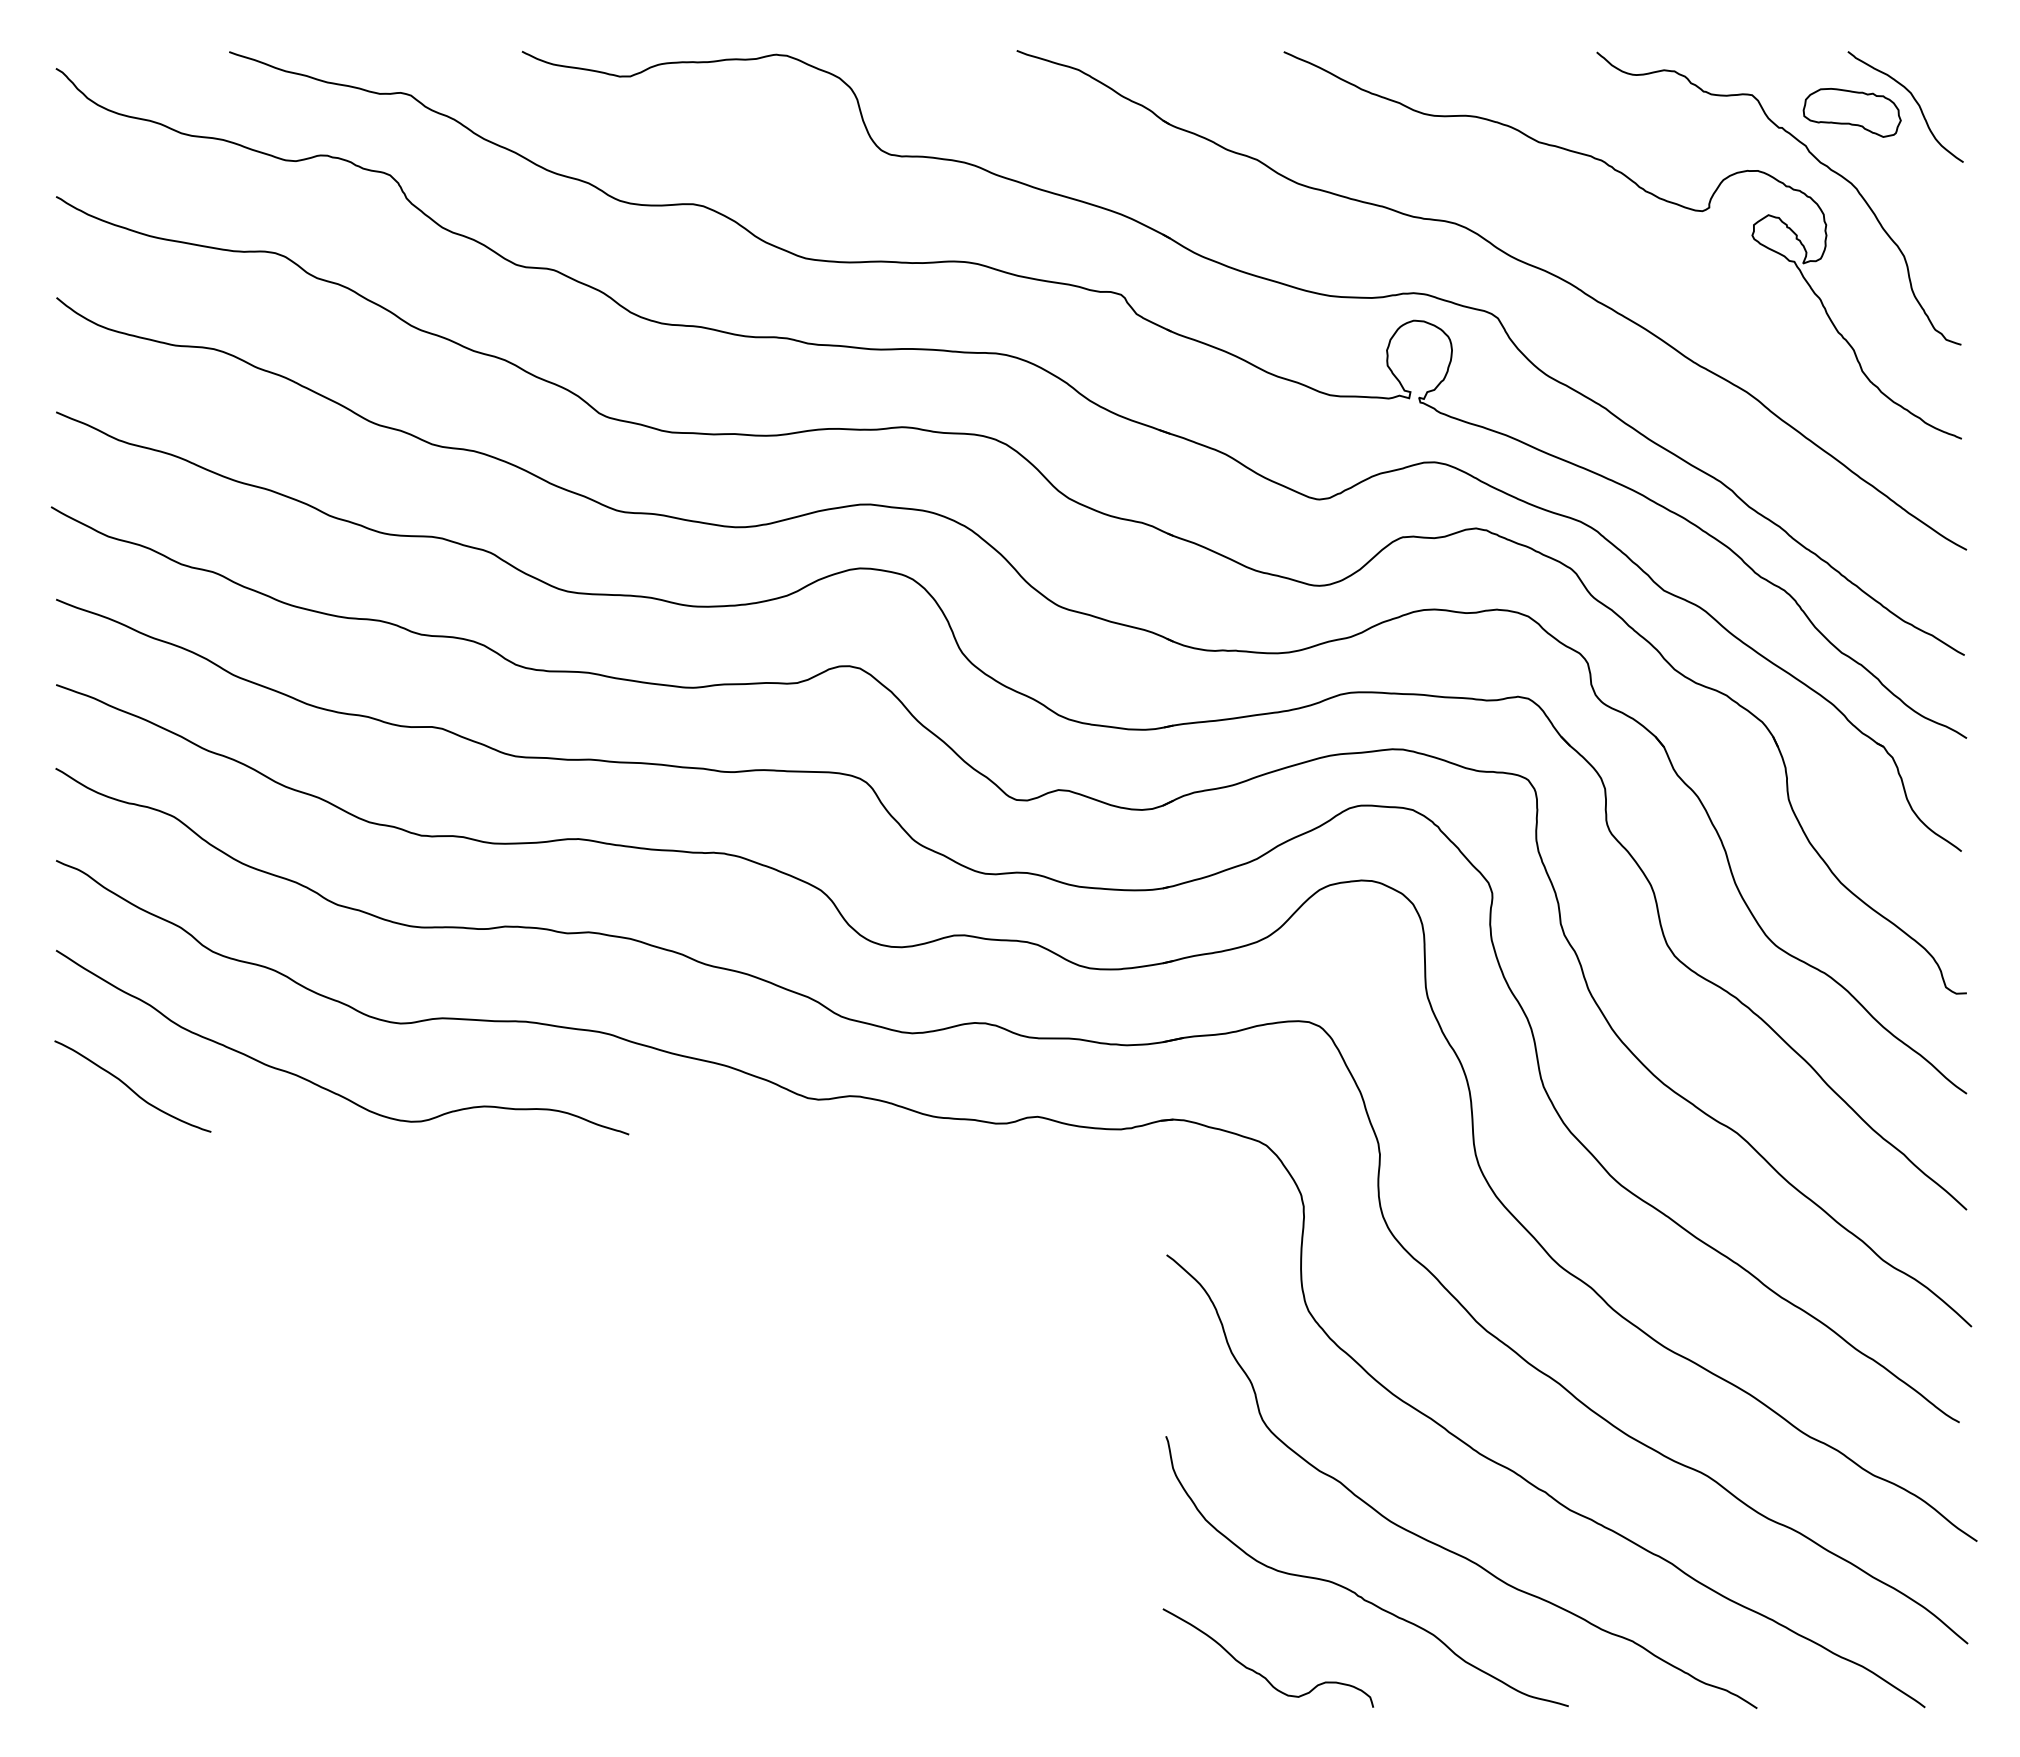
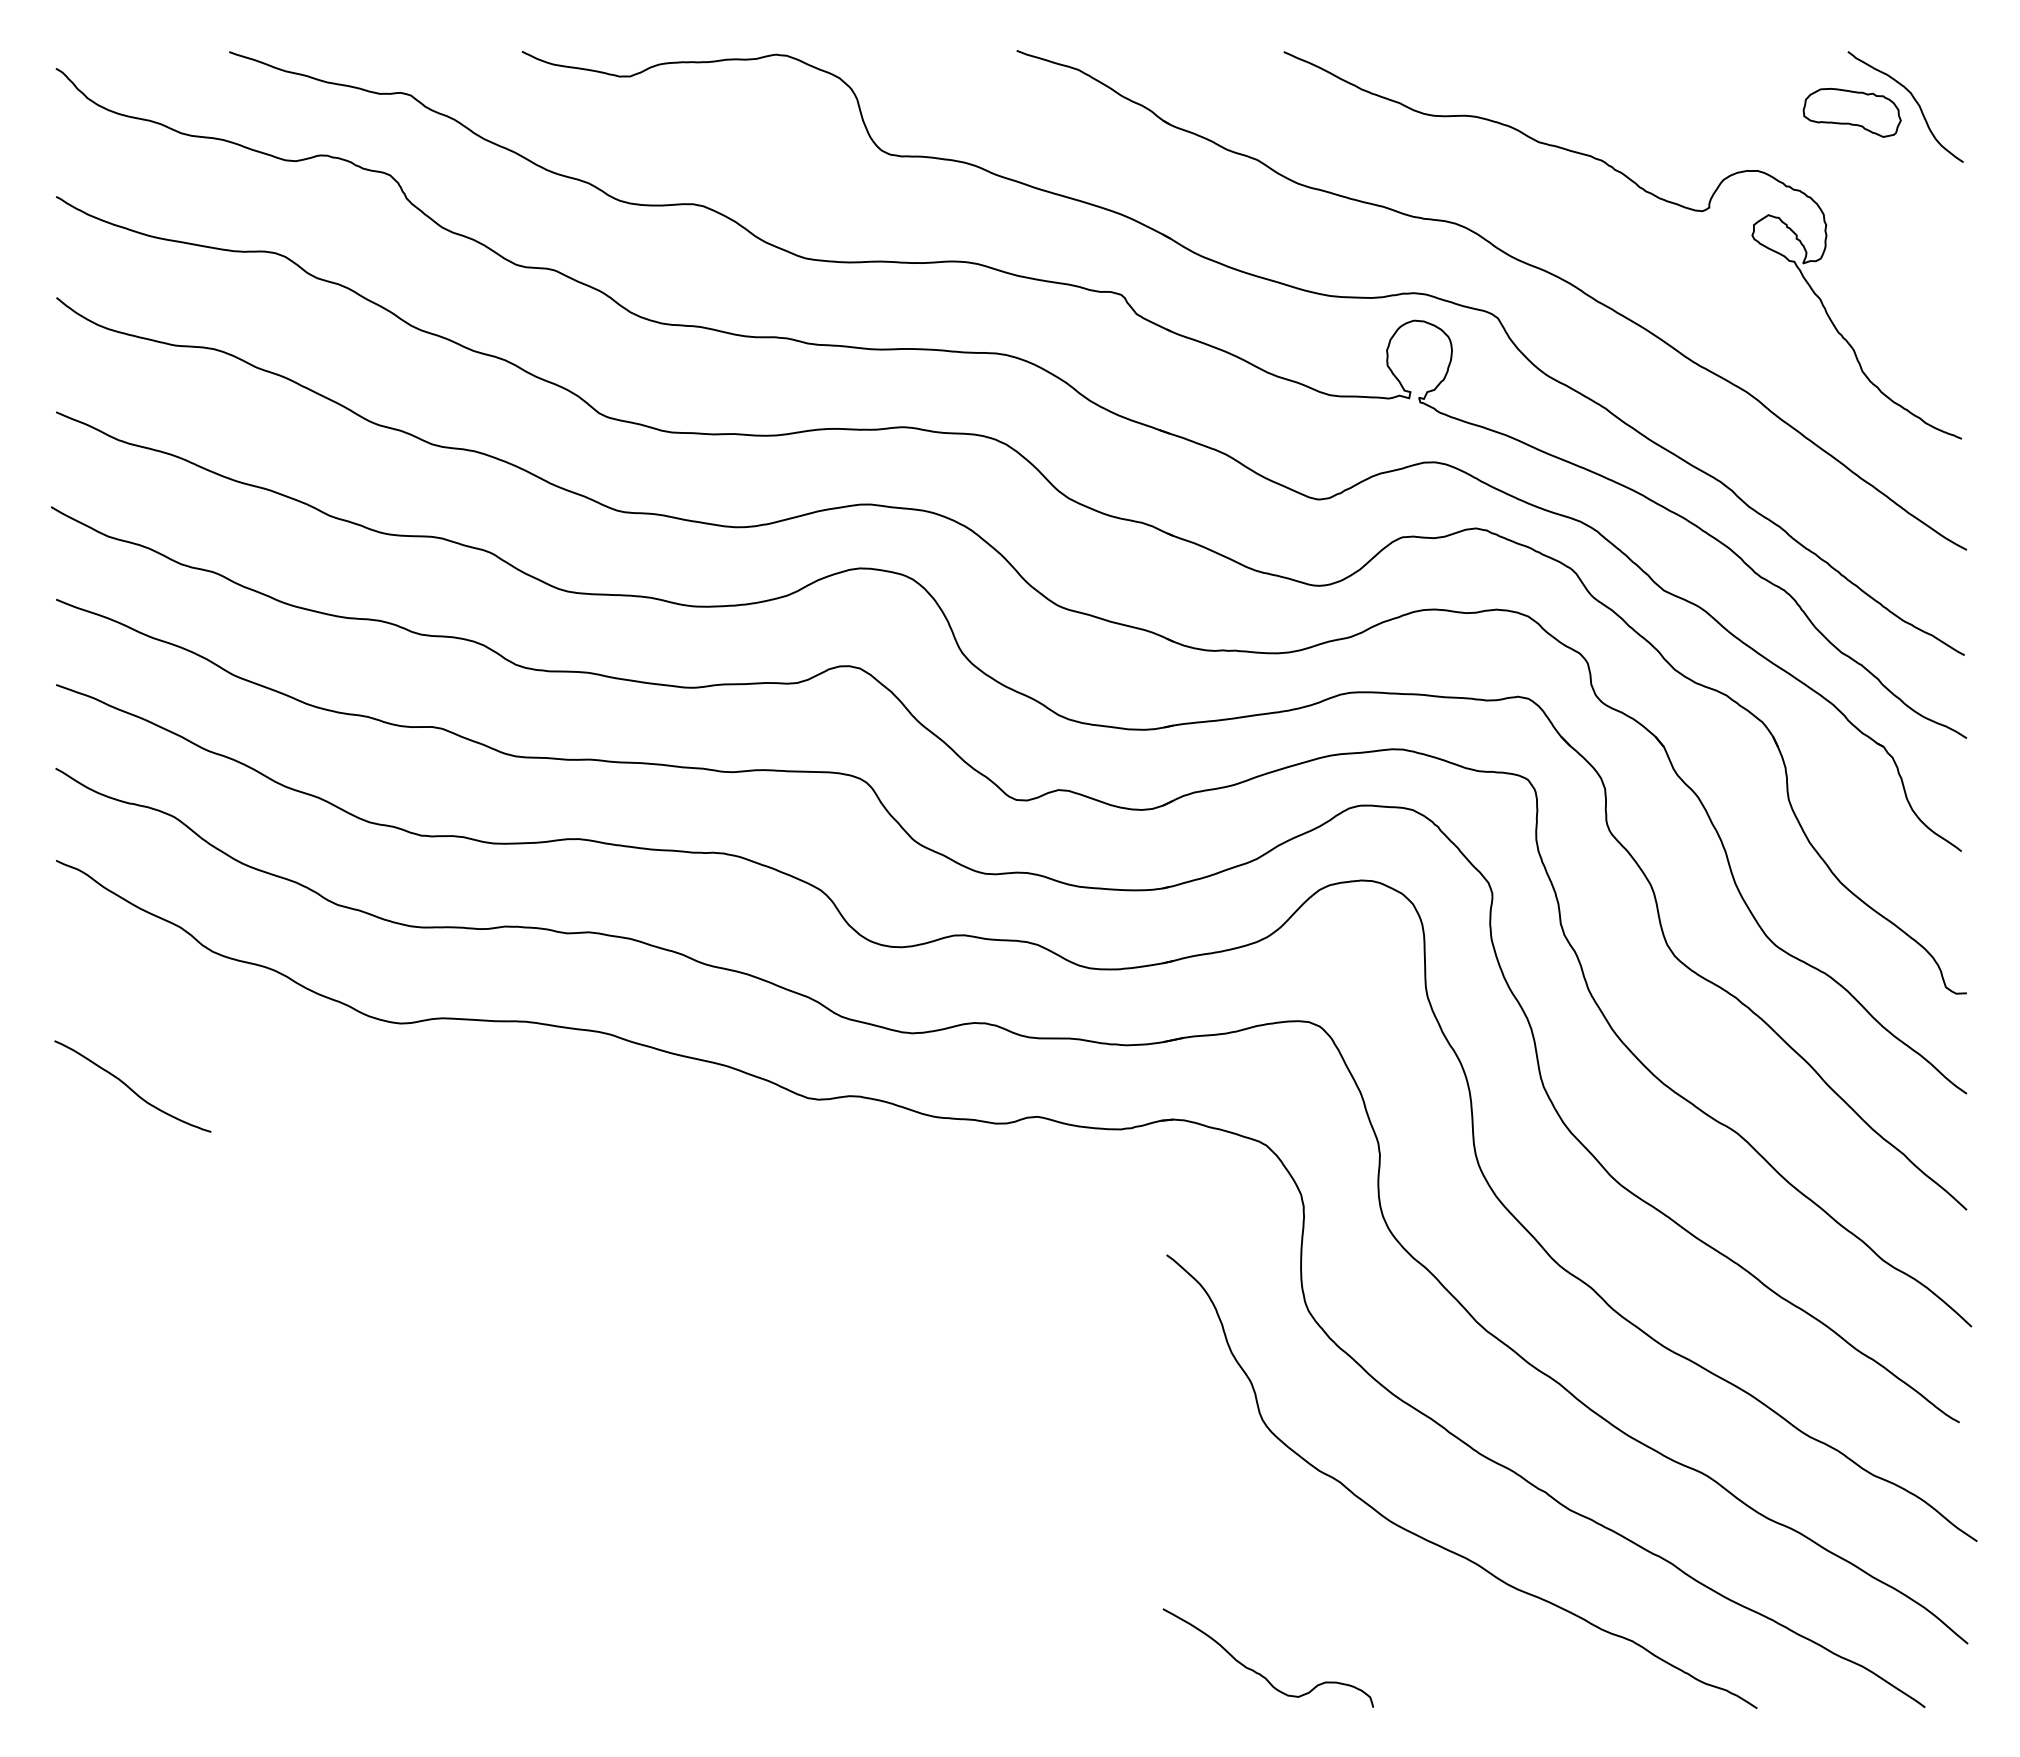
curve at (1815, 159): present -> none
curve at (320, 1085): present -> none
curve at (1354, 1591): present -> none
